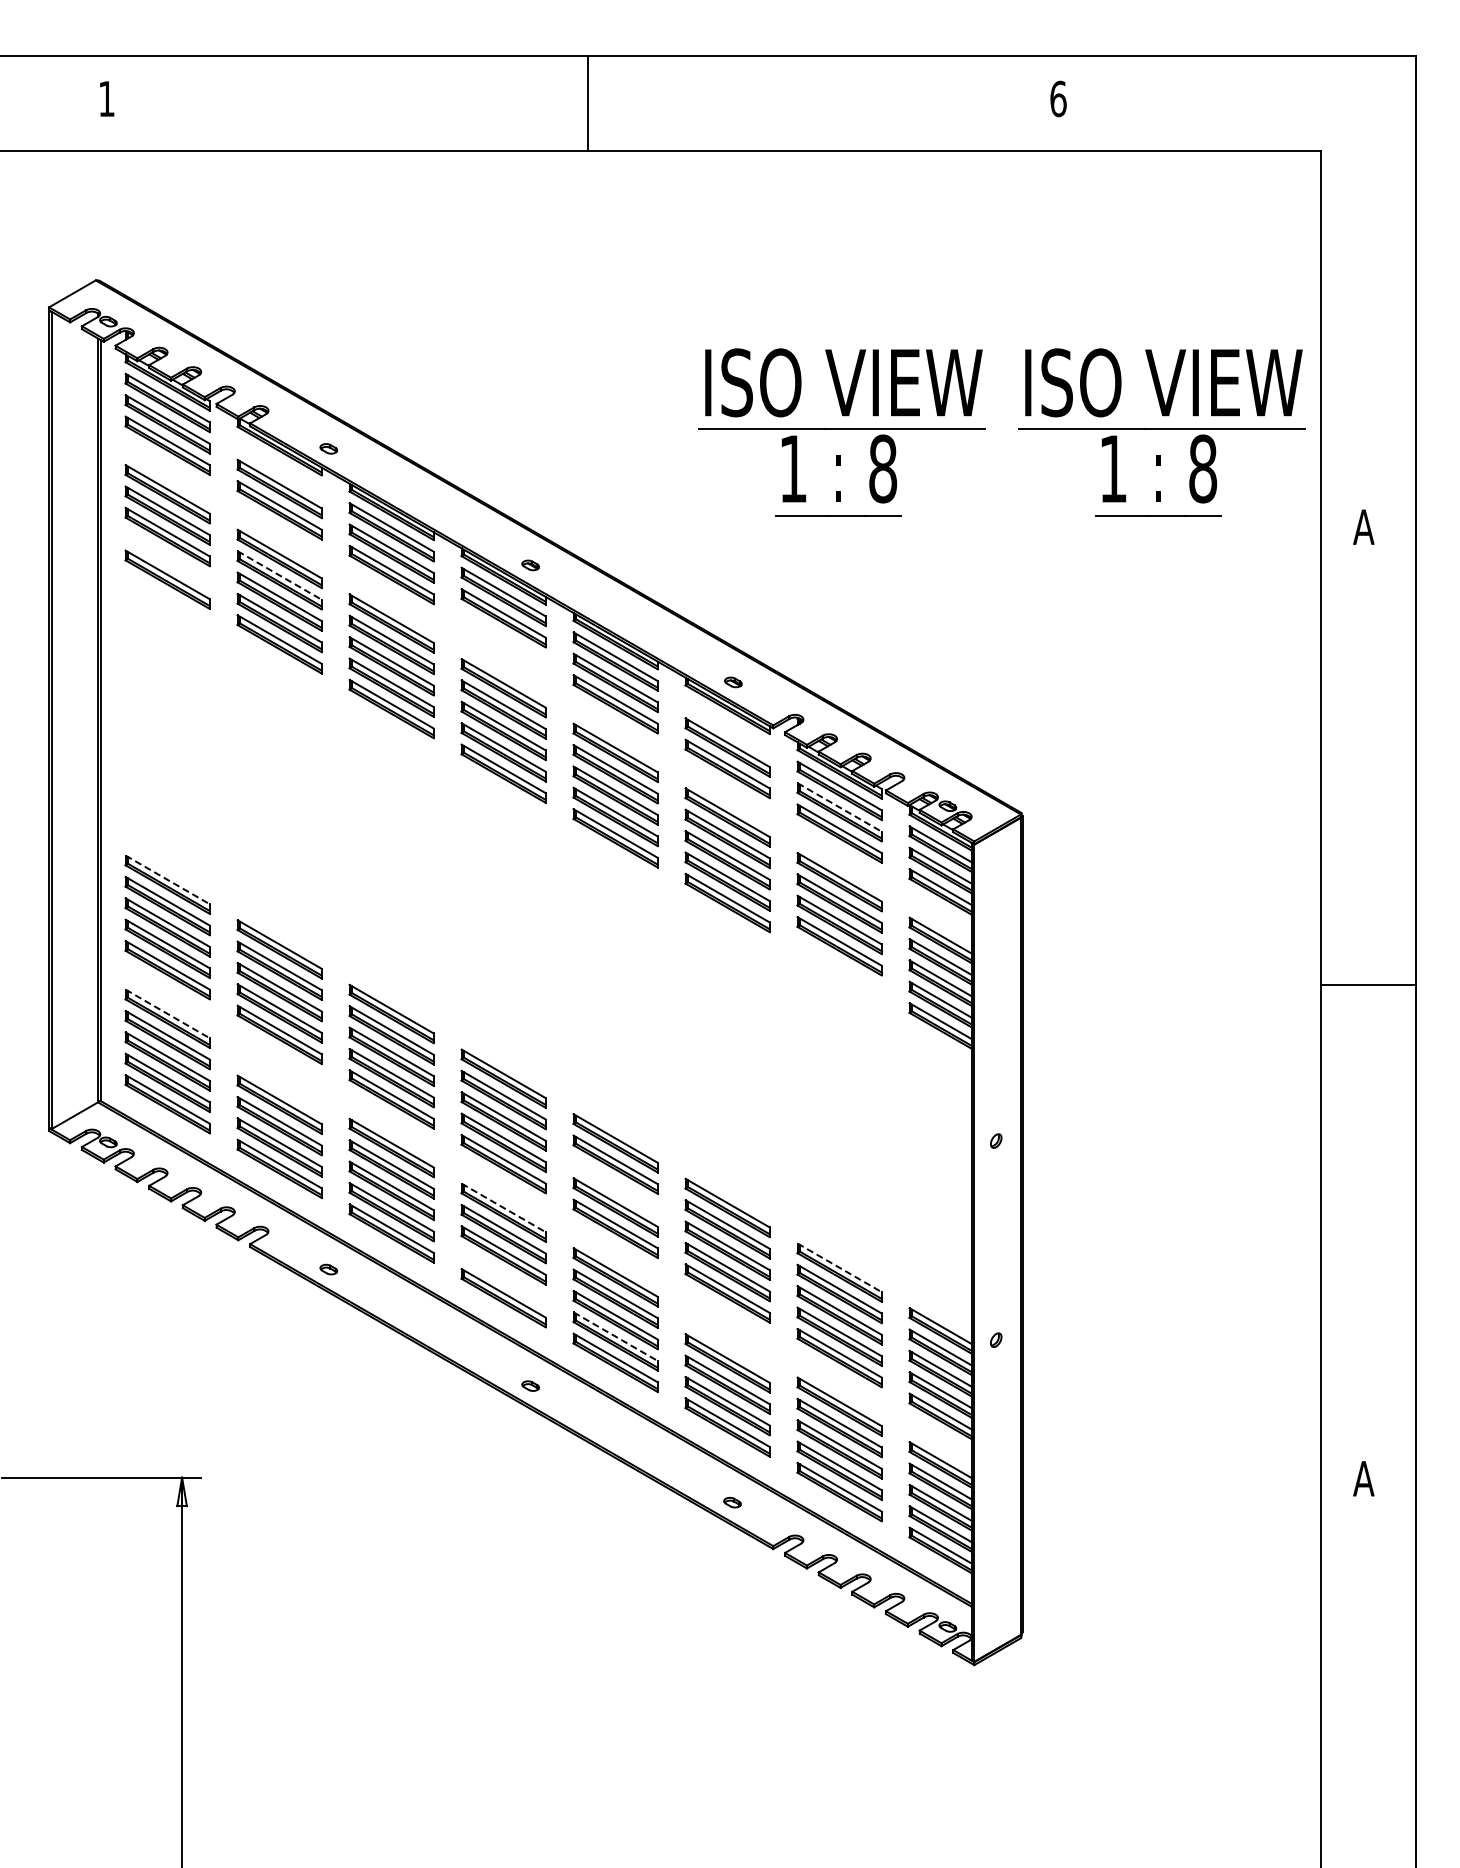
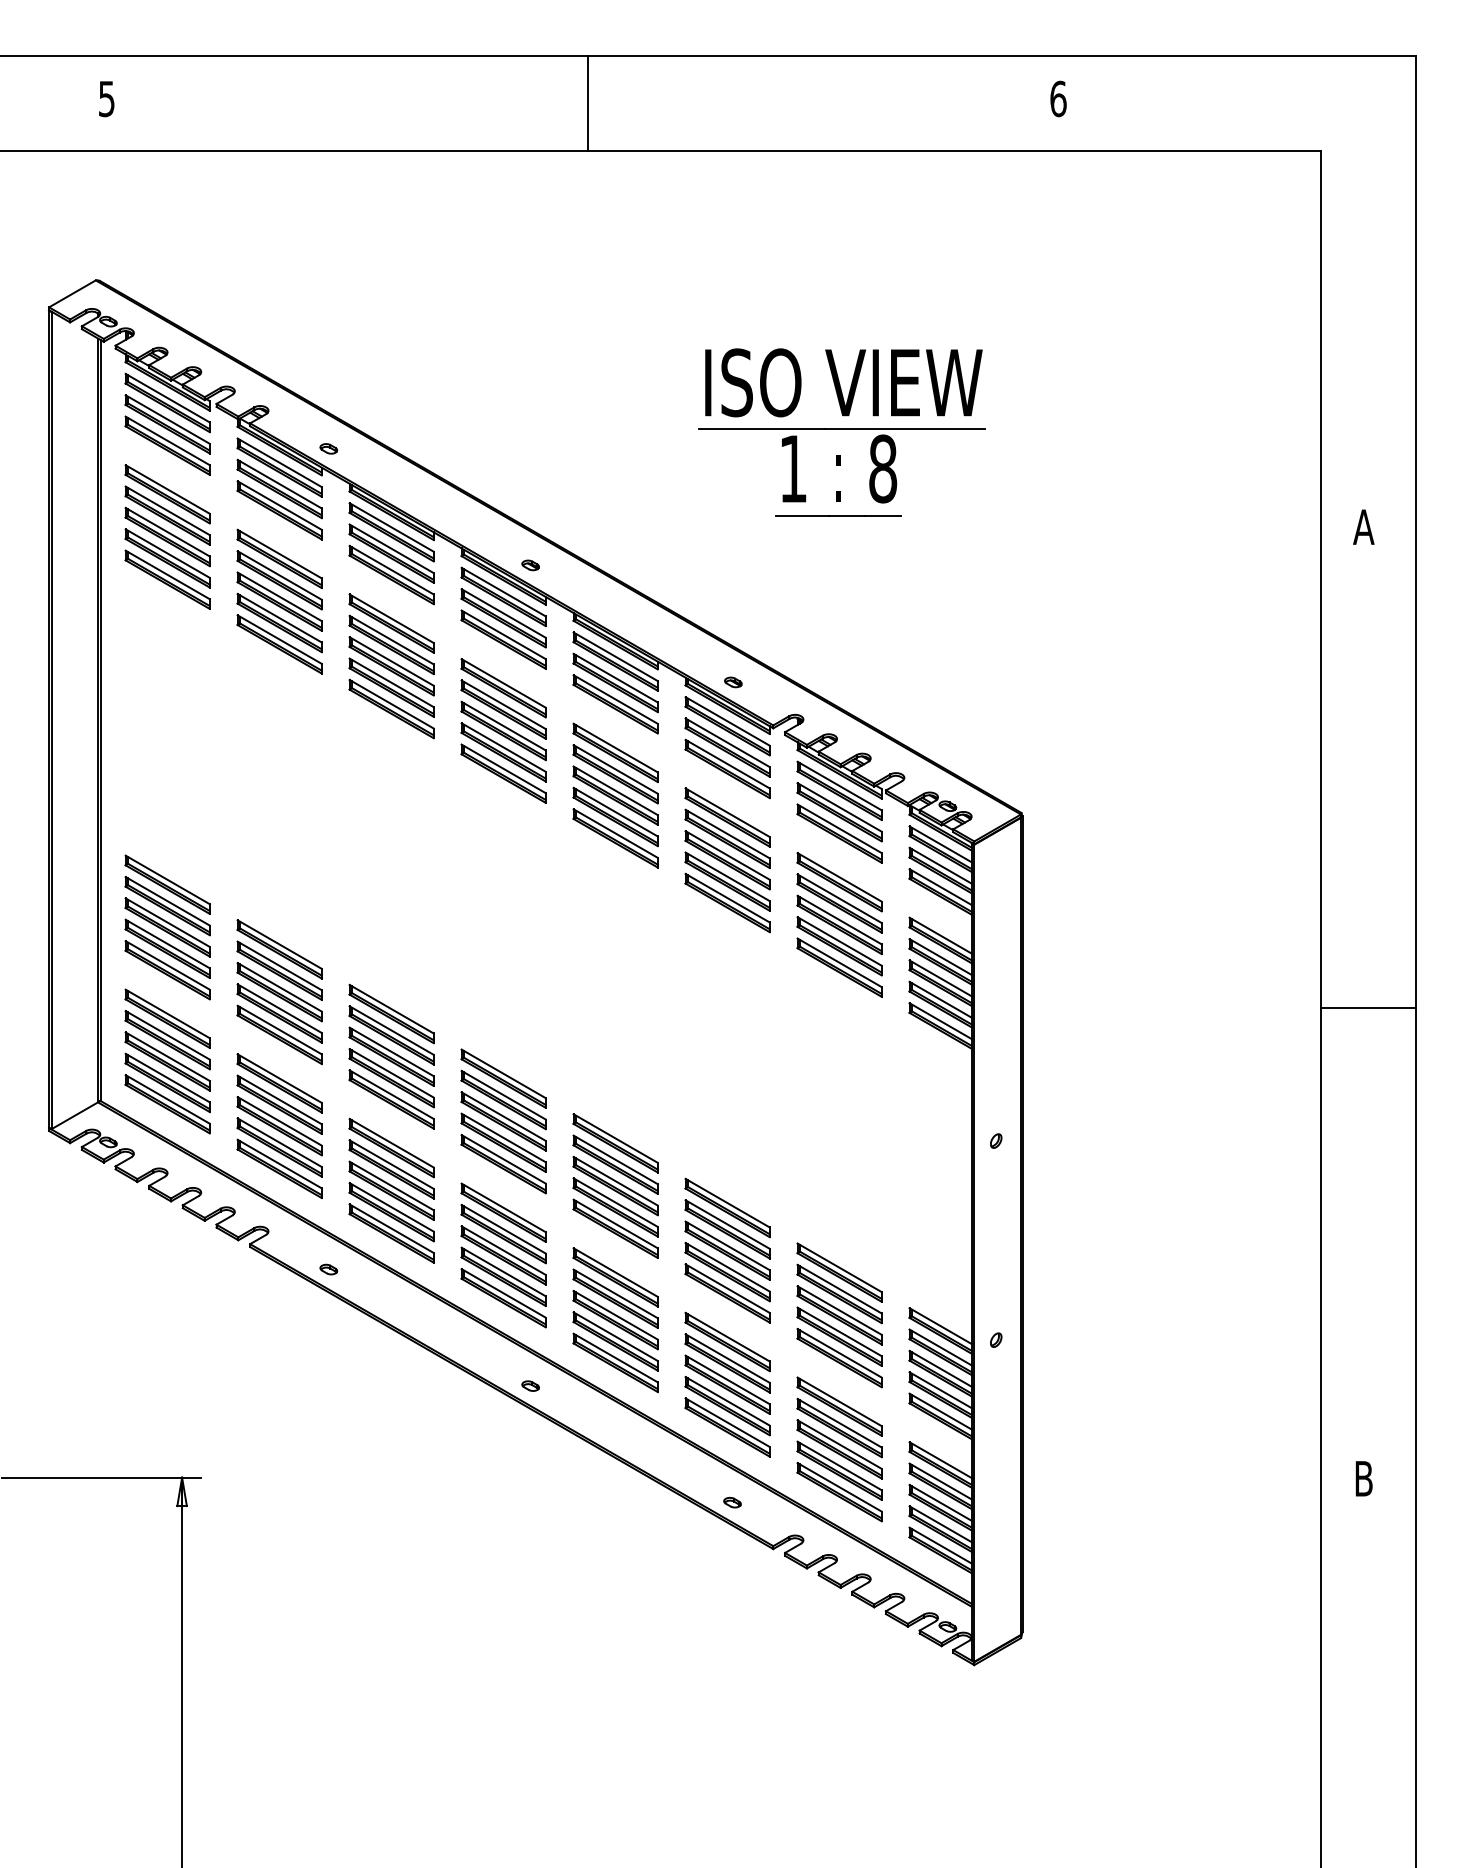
text at (106, 99): 1 -> 5
part at (1161, 432): present -> none
part at (279, 467): none -> present
part at (167, 558): none -> present
line at (279, 575): dashed -> solid
part at (503, 639): none -> present
part at (727, 726): none -> present
line at (839, 807): dashed -> solid
line at (167, 879): dashed -> solid
part at (839, 967): none -> present
line at (1368, 984) position: (1368, 984) -> (1368, 1007)
line at (167, 1013): dashed -> solid
part at (279, 1083): none -> present
part at (615, 1185): none -> present
line at (503, 1207): dashed -> solid
line at (839, 1267): dashed -> solid
part at (503, 1276): none -> present
line at (615, 1336): dashed -> solid
part at (727, 1341): none -> present
text at (1363, 1478): A -> B
